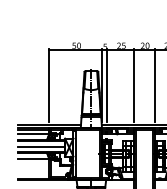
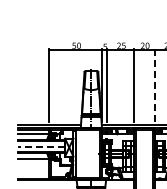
line at (154, 84): solid -> dashed
line at (41, 146): solid -> dashed
